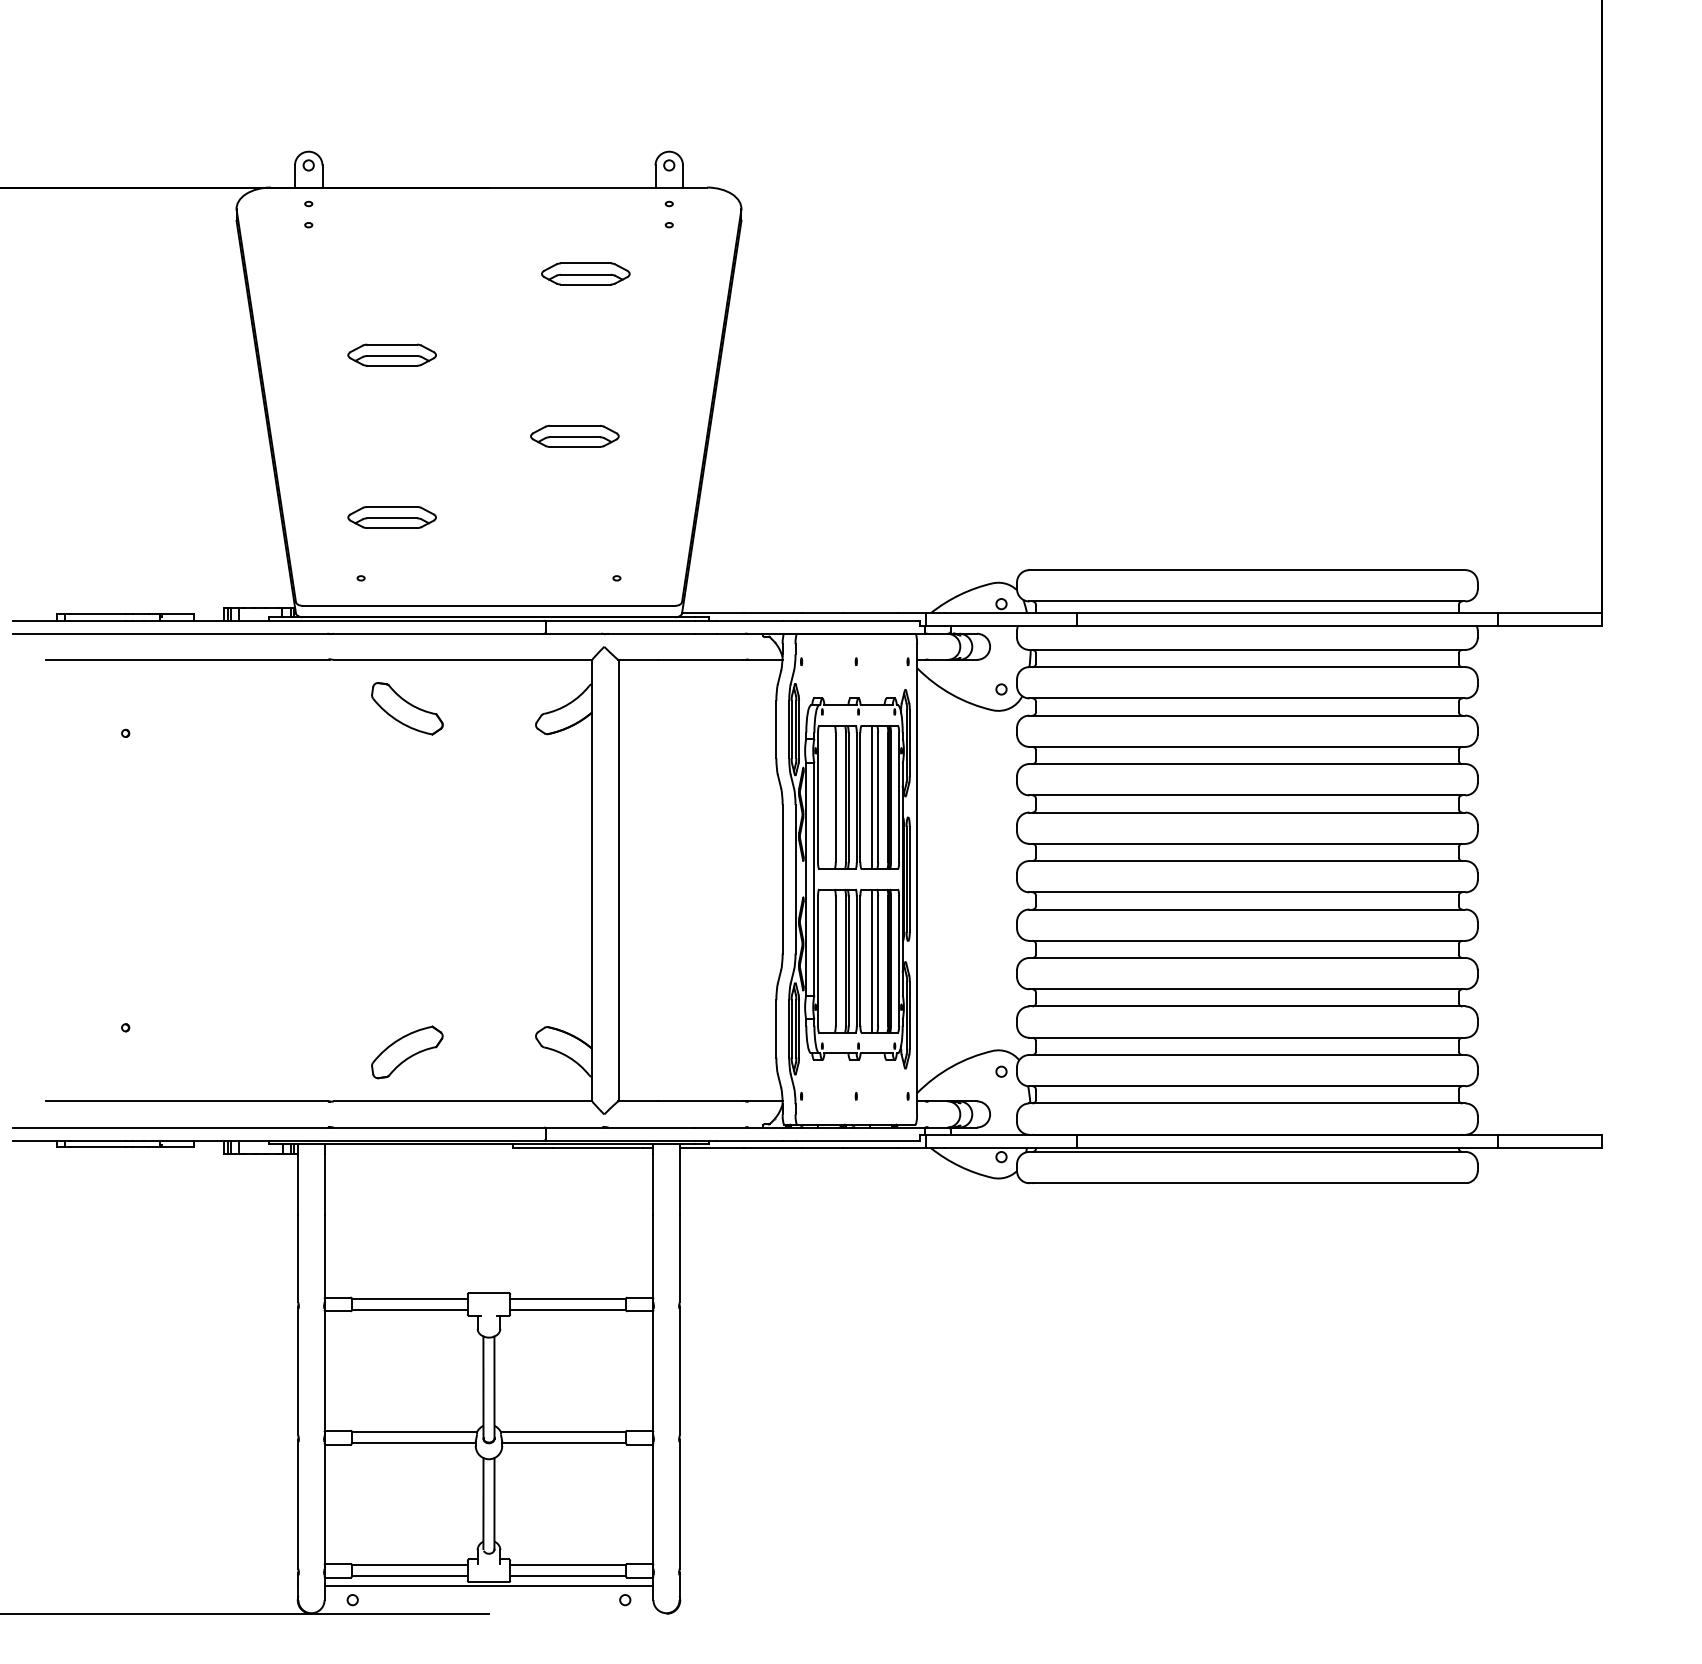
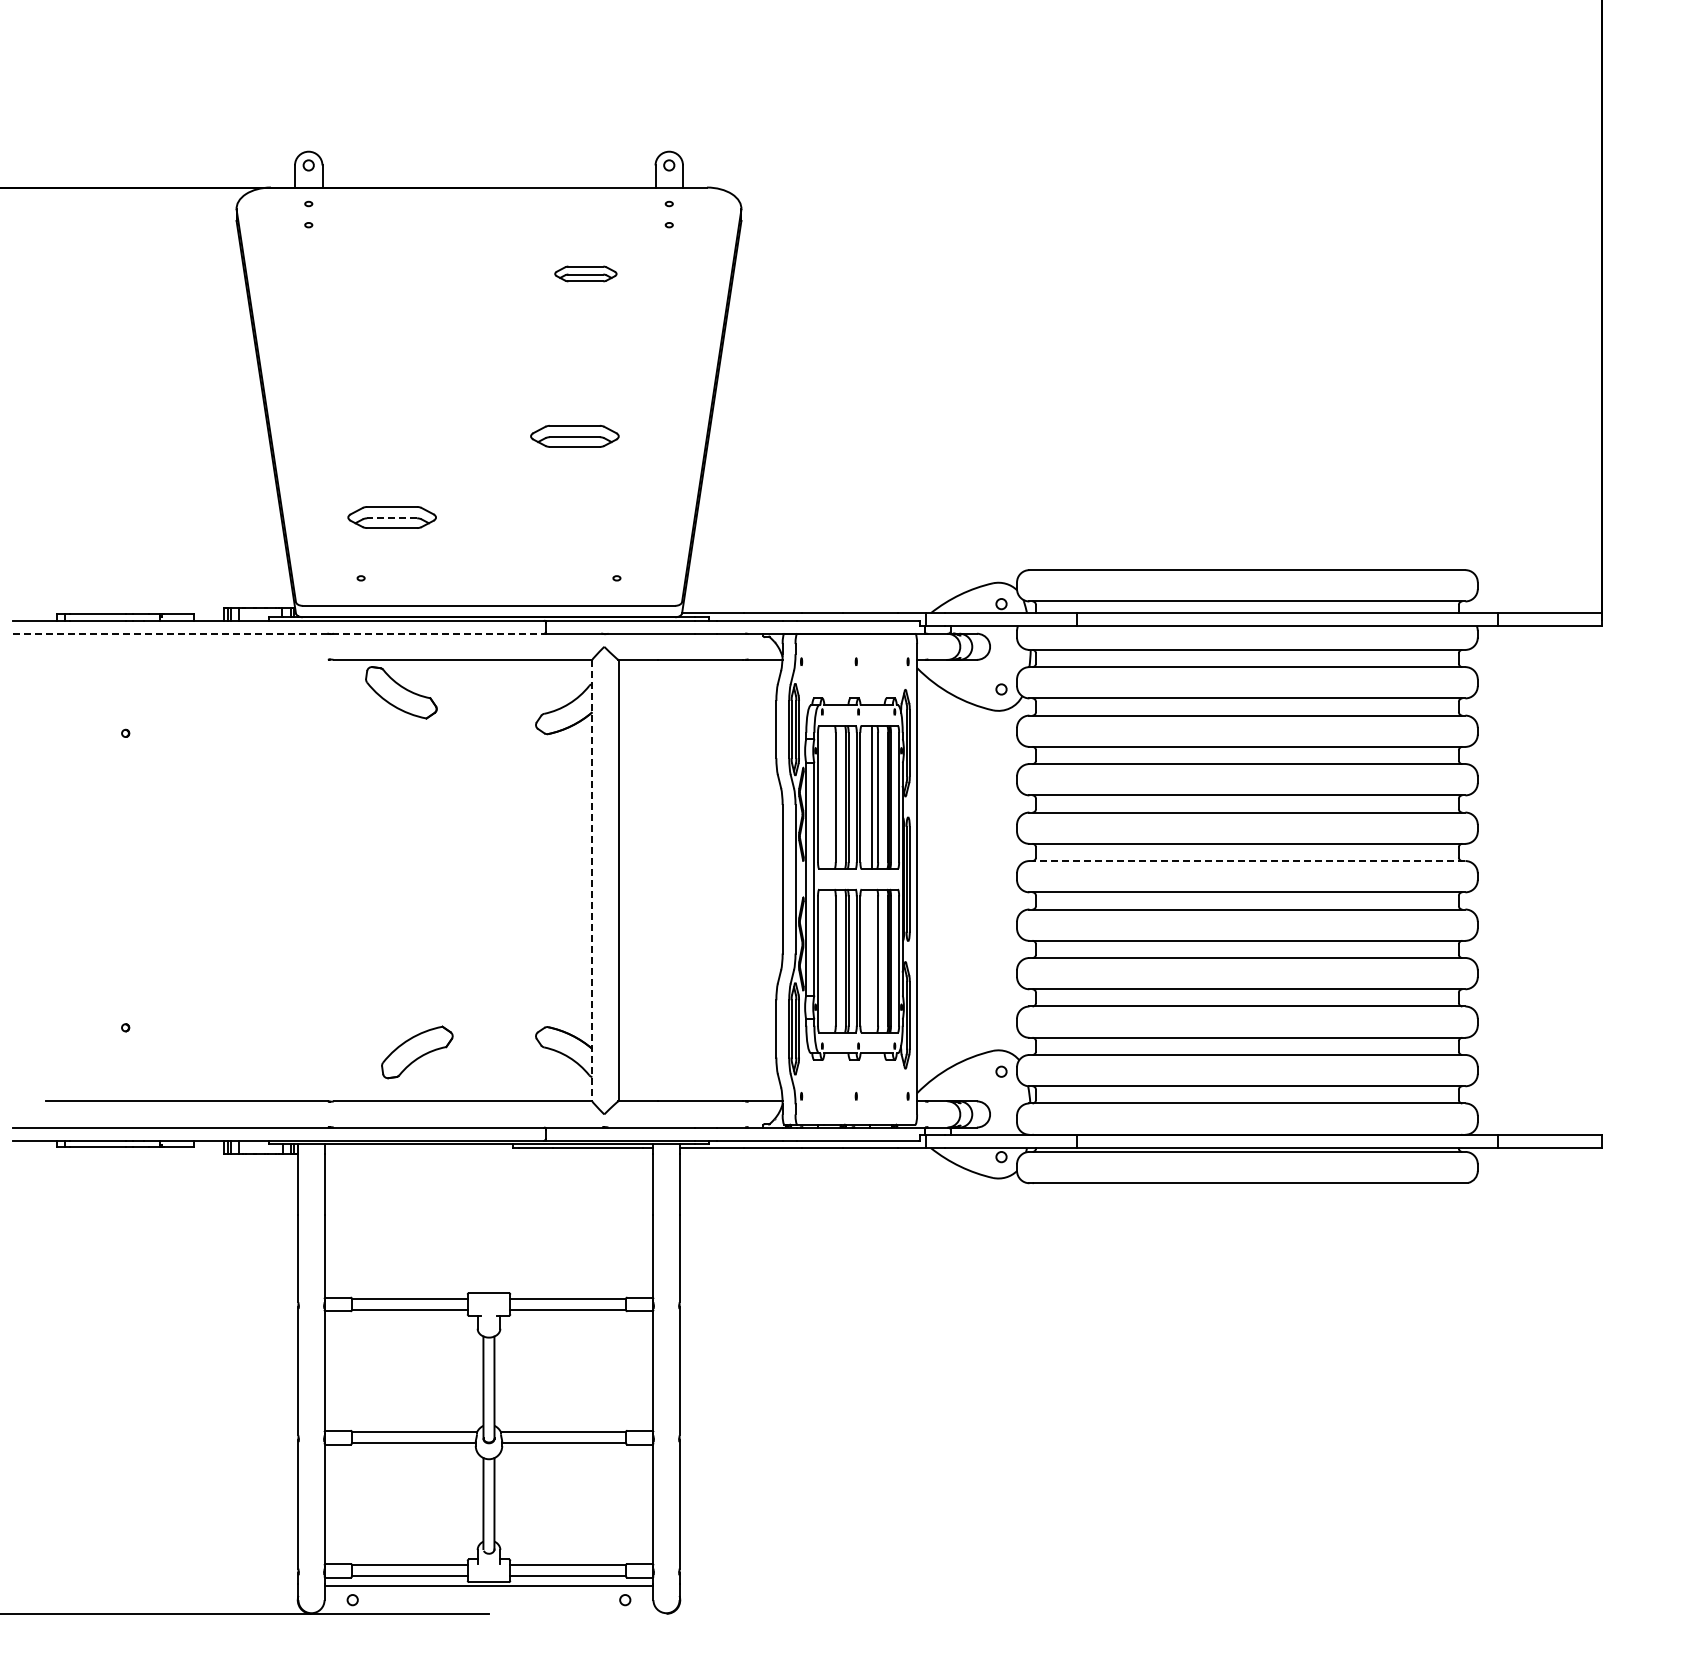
part at (585, 273) size: 90x24 px -> 64x18 px
part at (391, 354): present -> none
line at (392, 518): solid -> dashed
line at (278, 633): solid -> dashed
line at (186, 659): present -> none
part at (407, 708) position: (407, 708) -> (401, 692)
line at (1247, 861): solid -> dashed
line at (592, 880): solid -> dashed
line at (872, 960): present -> none
part at (407, 1052) position: (407, 1052) -> (417, 1052)
